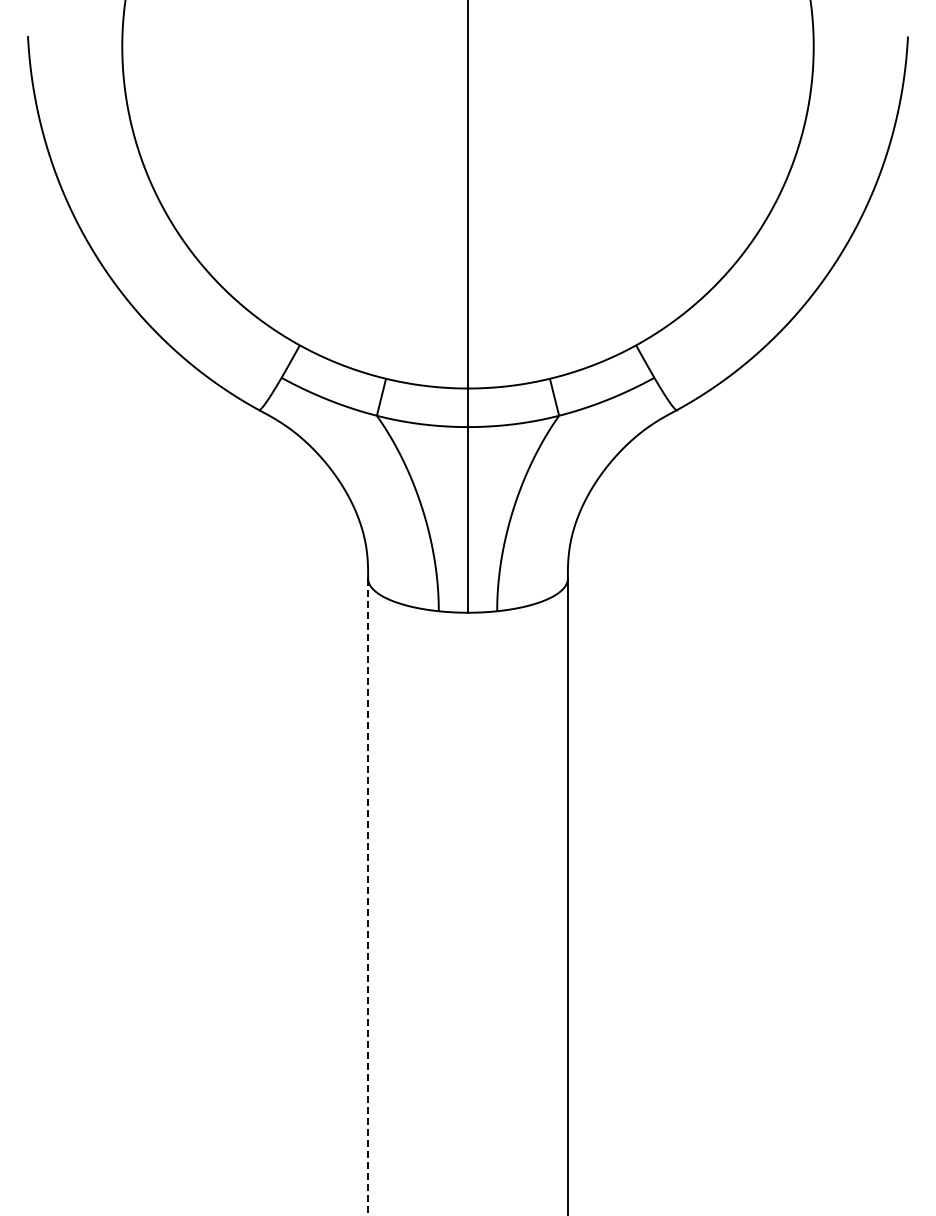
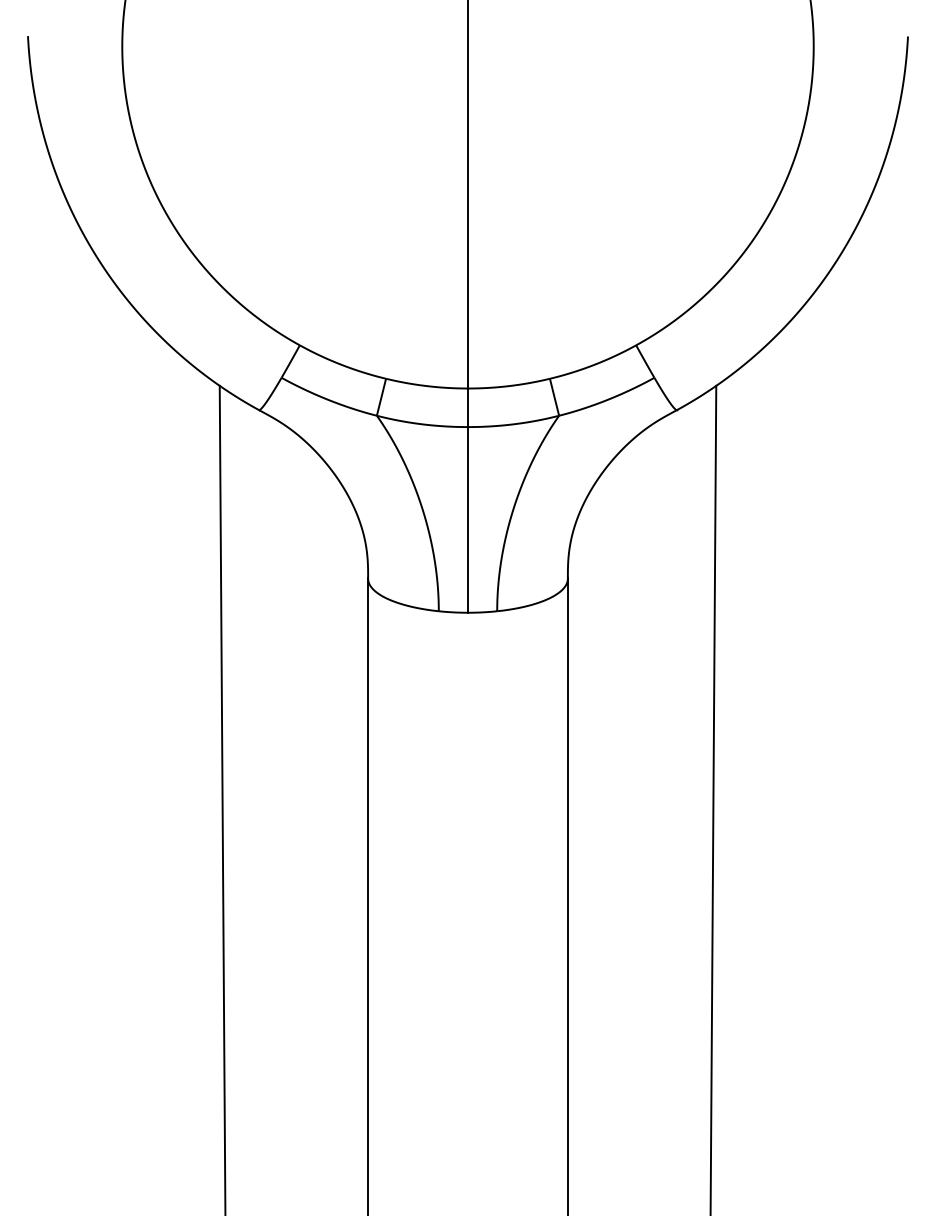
line at (222, 798): none -> present
line at (713, 798): none -> present
line at (368, 897): dashed -> solid
